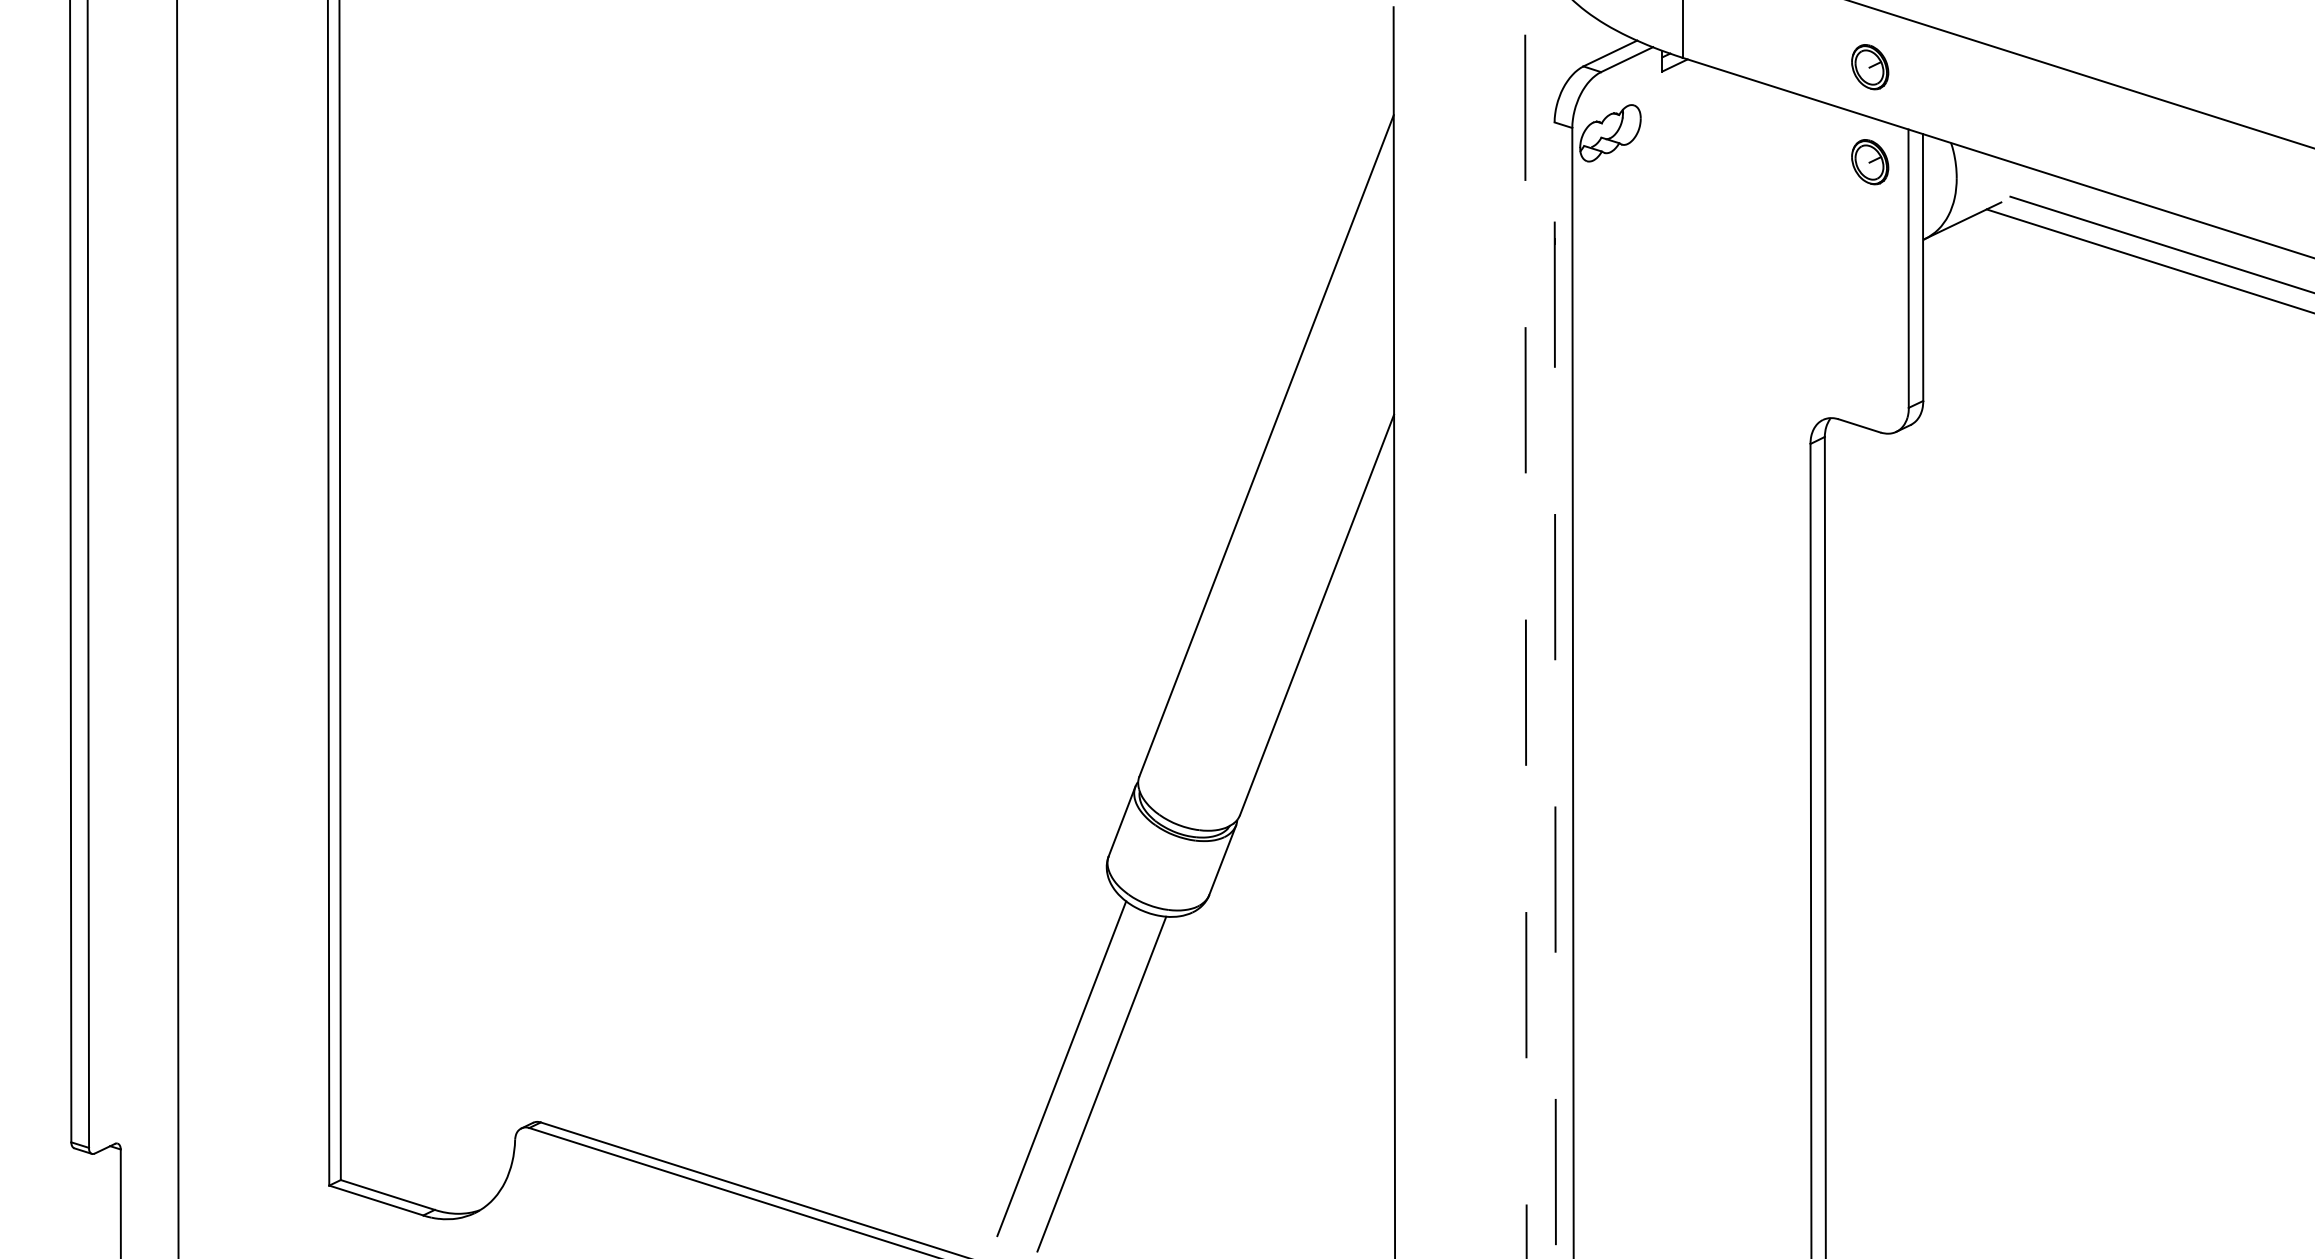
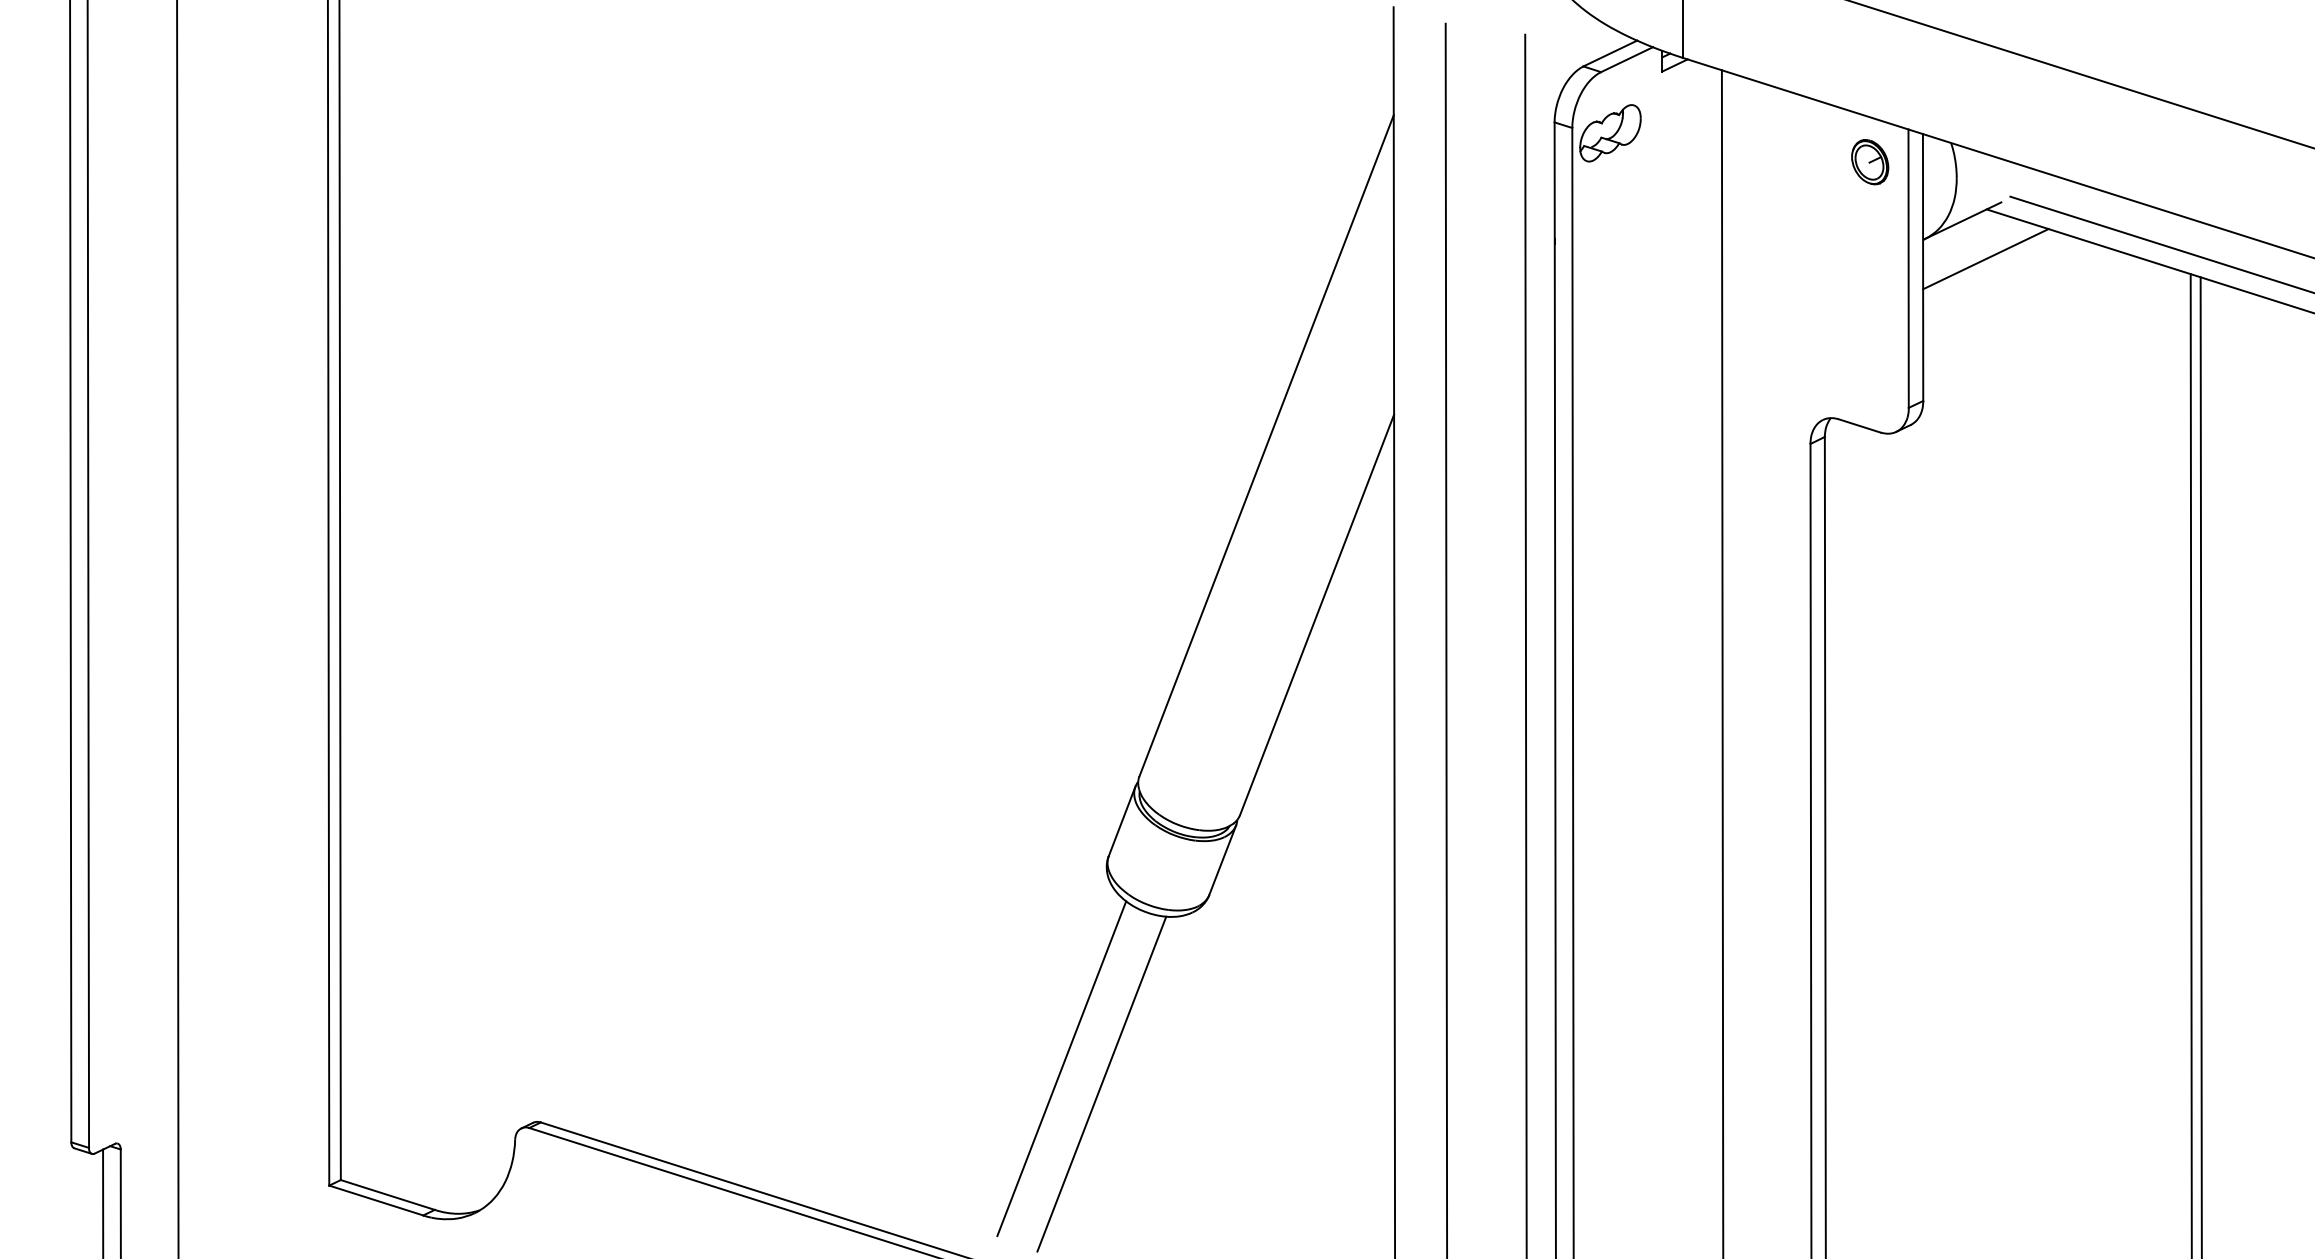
part at (1870, 67): present -> none
line at (1985, 259): none -> present
line at (1446, 639): none -> present
line at (1525, 646): dashed -> solid
line at (1722, 662): none -> present
line at (1555, 690): dashed -> solid
line at (2190, 764): none -> present
line at (2200, 766): none -> present
line at (103, 1202): none -> present
